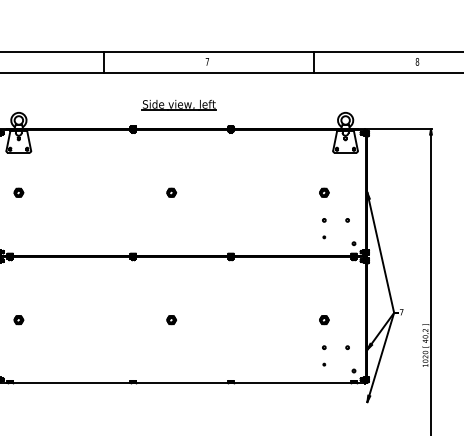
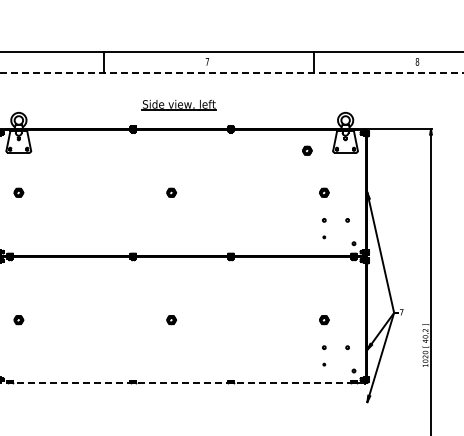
line at (231, 73): solid -> dashed
part at (307, 150): none -> present
line at (182, 383): solid -> dashed
